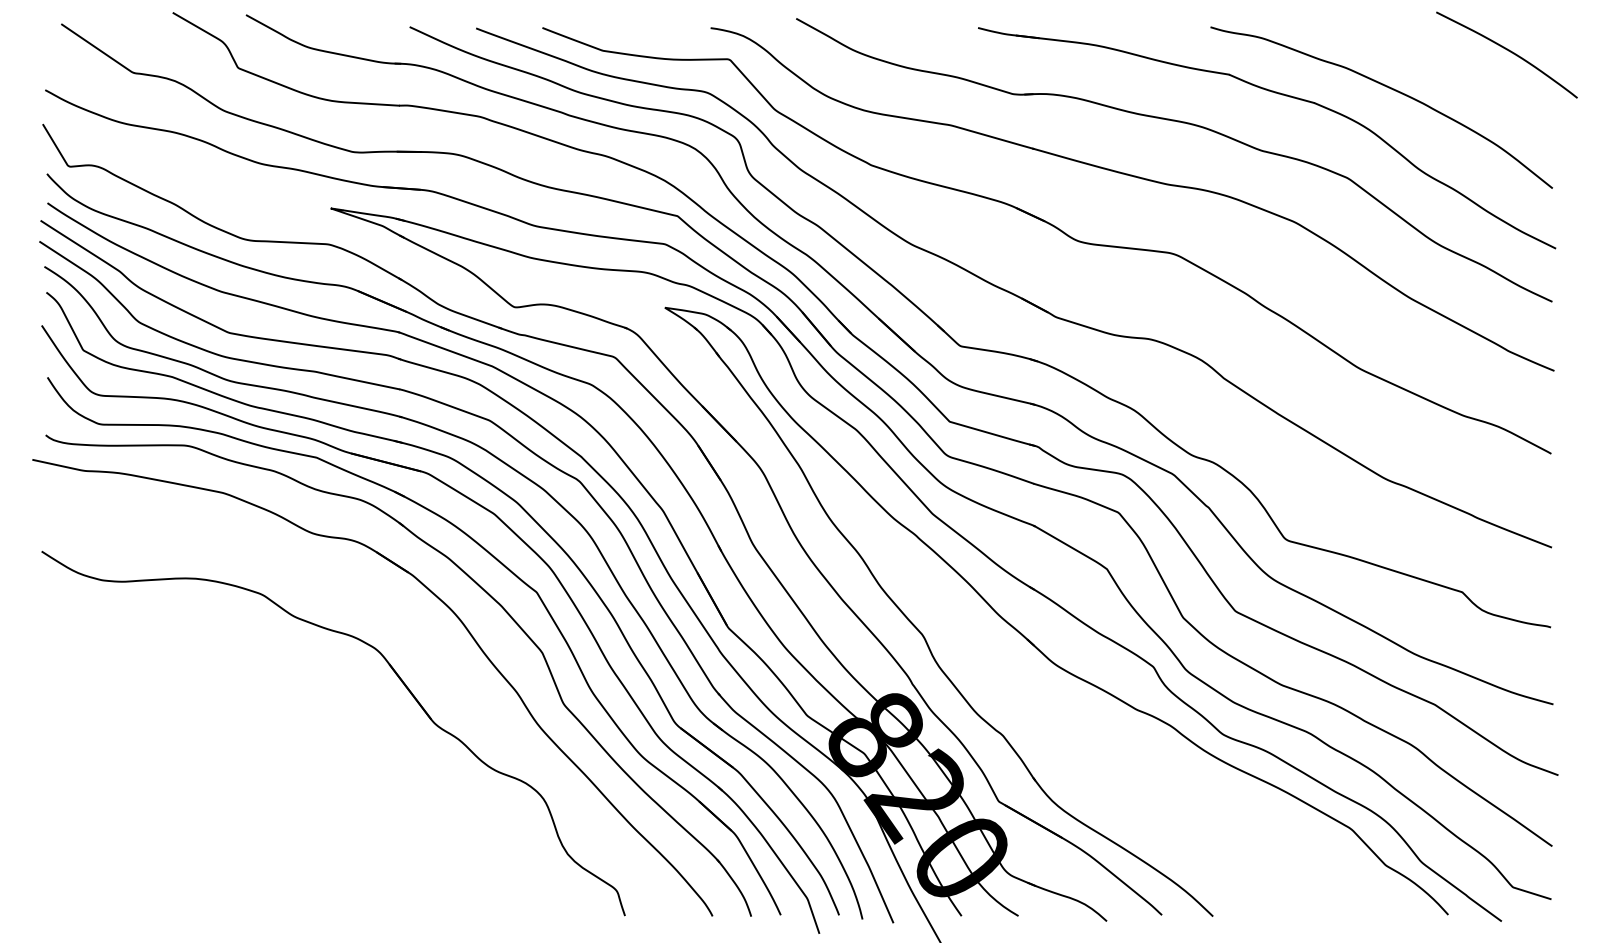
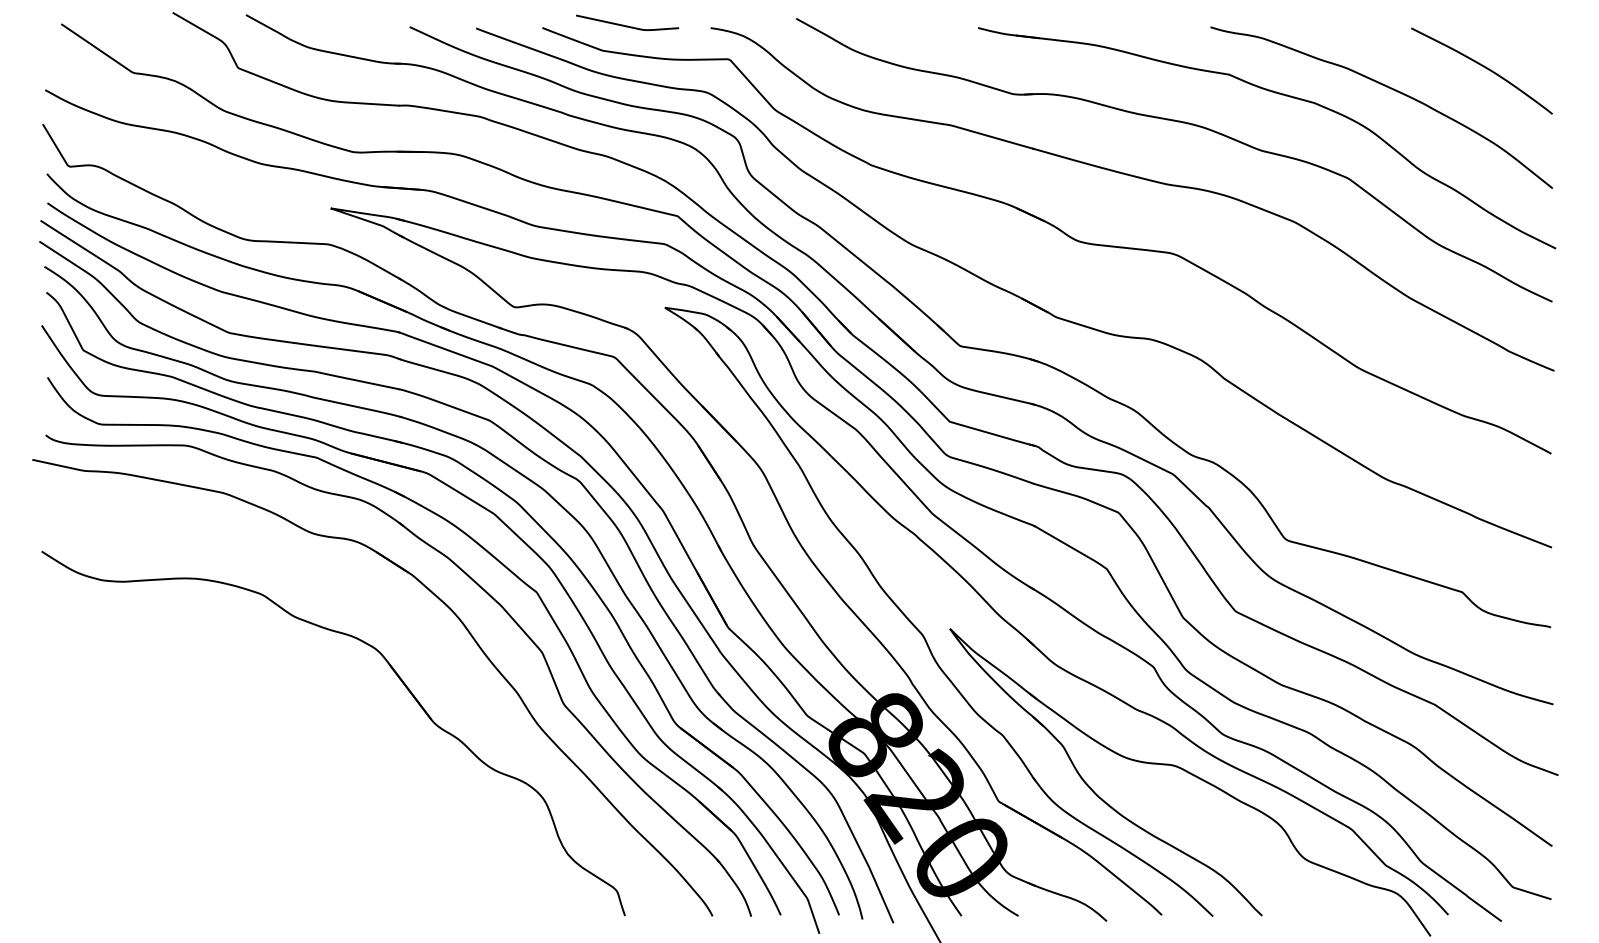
curve at (627, 25): none -> present
curve at (1508, 51) position: (1508, 51) -> (1483, 67)
part at (1193, 776): none -> present
